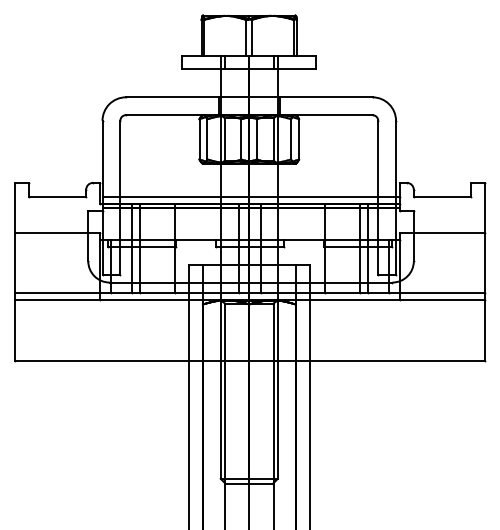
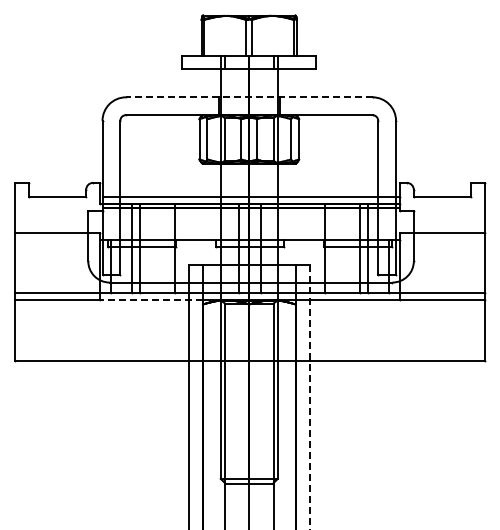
line at (248, 97): solid -> dashed
line at (151, 300): solid -> dashed
line at (309, 397): solid -> dashed
